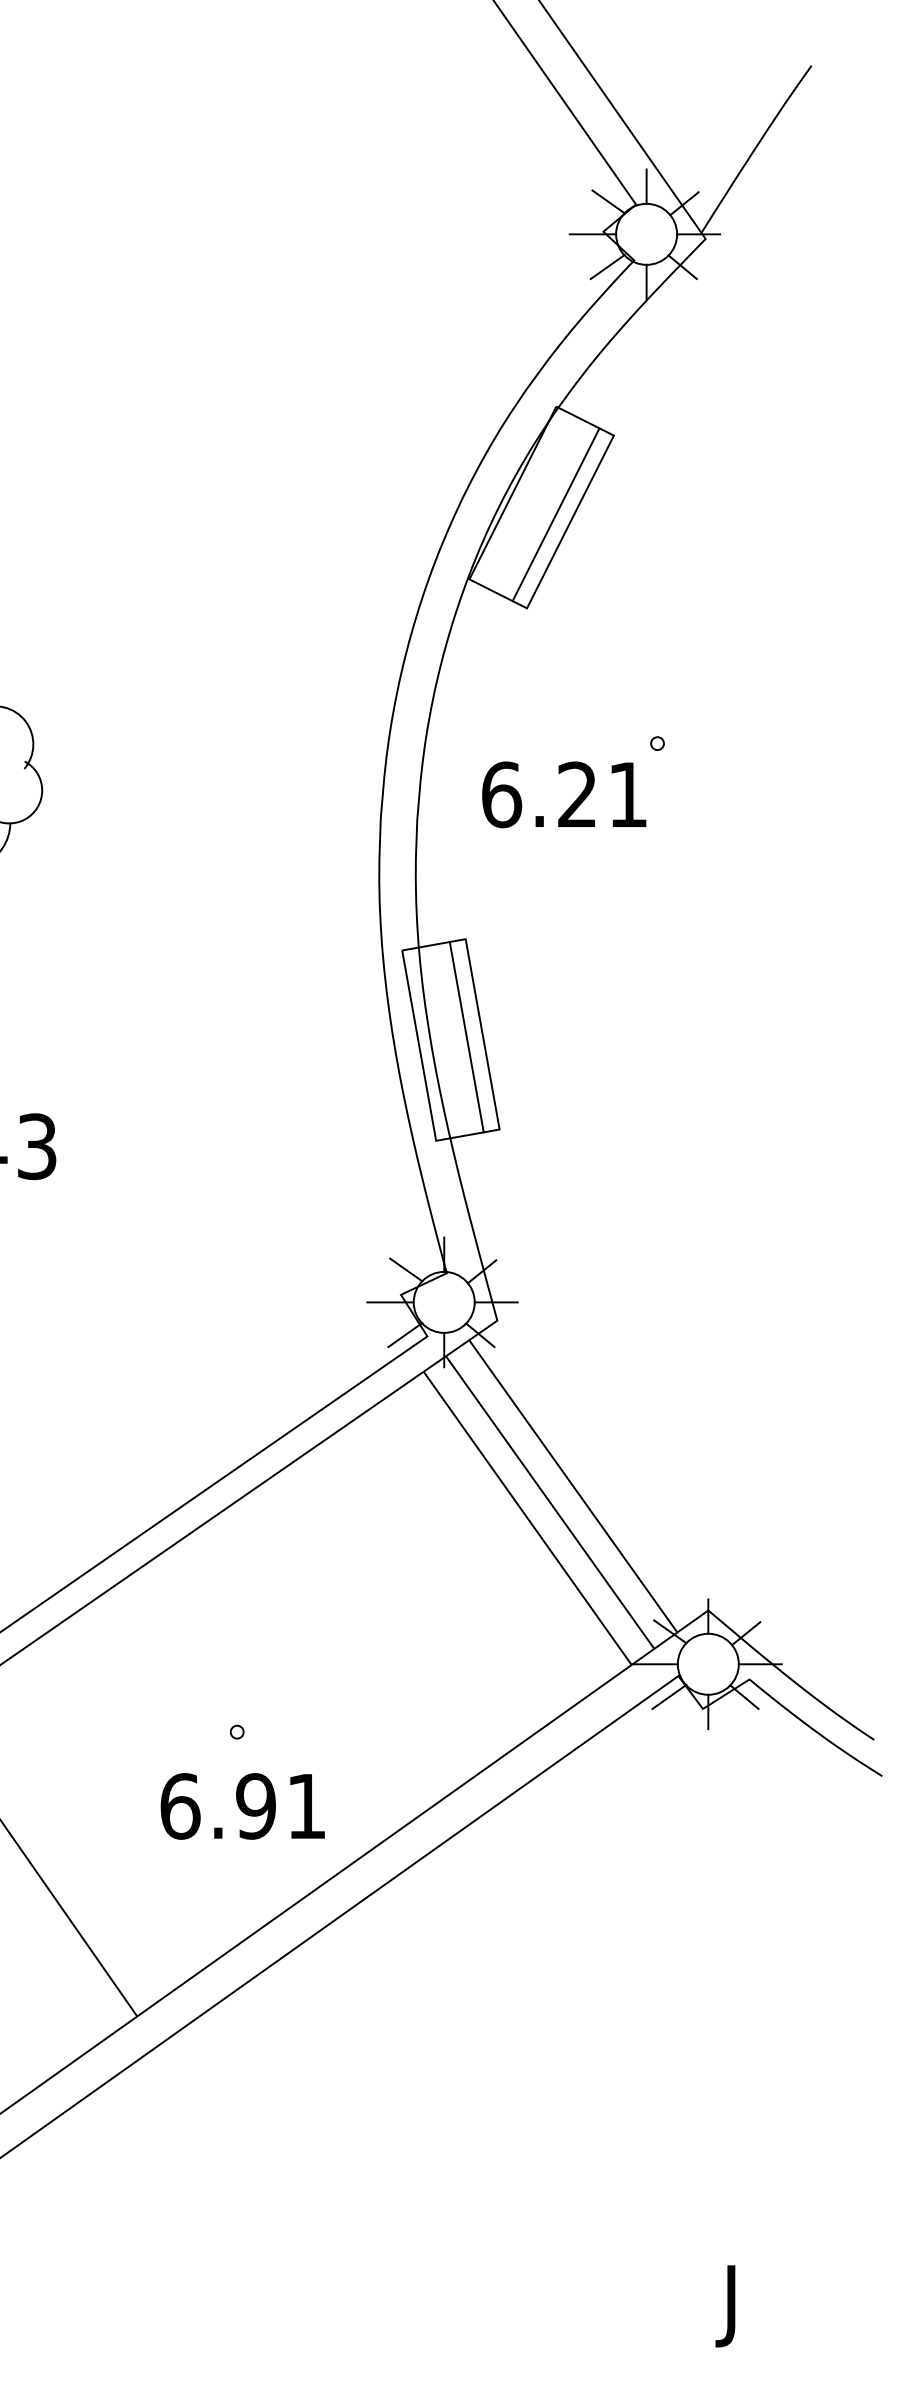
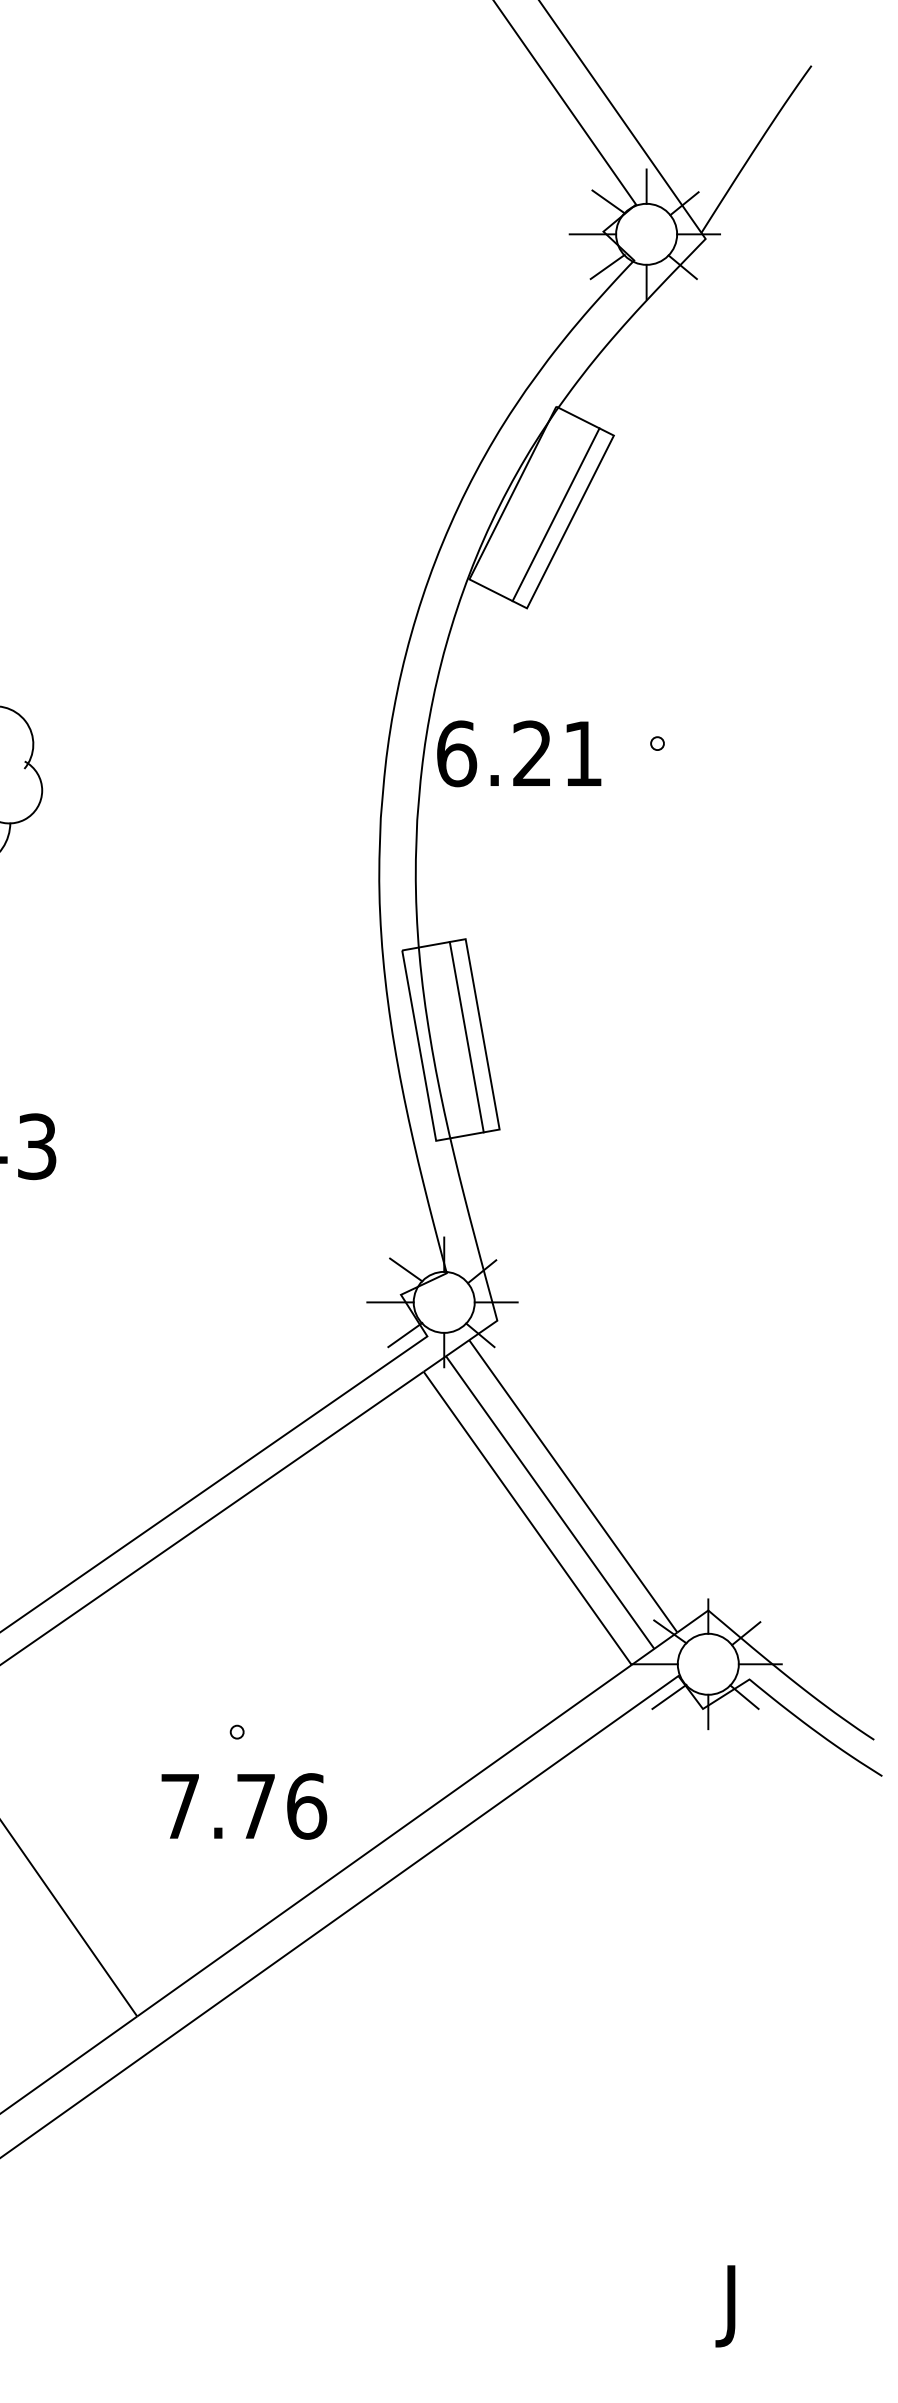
text at (564, 794) position: (564, 794) -> (519, 753)
text at (243, 1806): 6.91 -> 7.76
